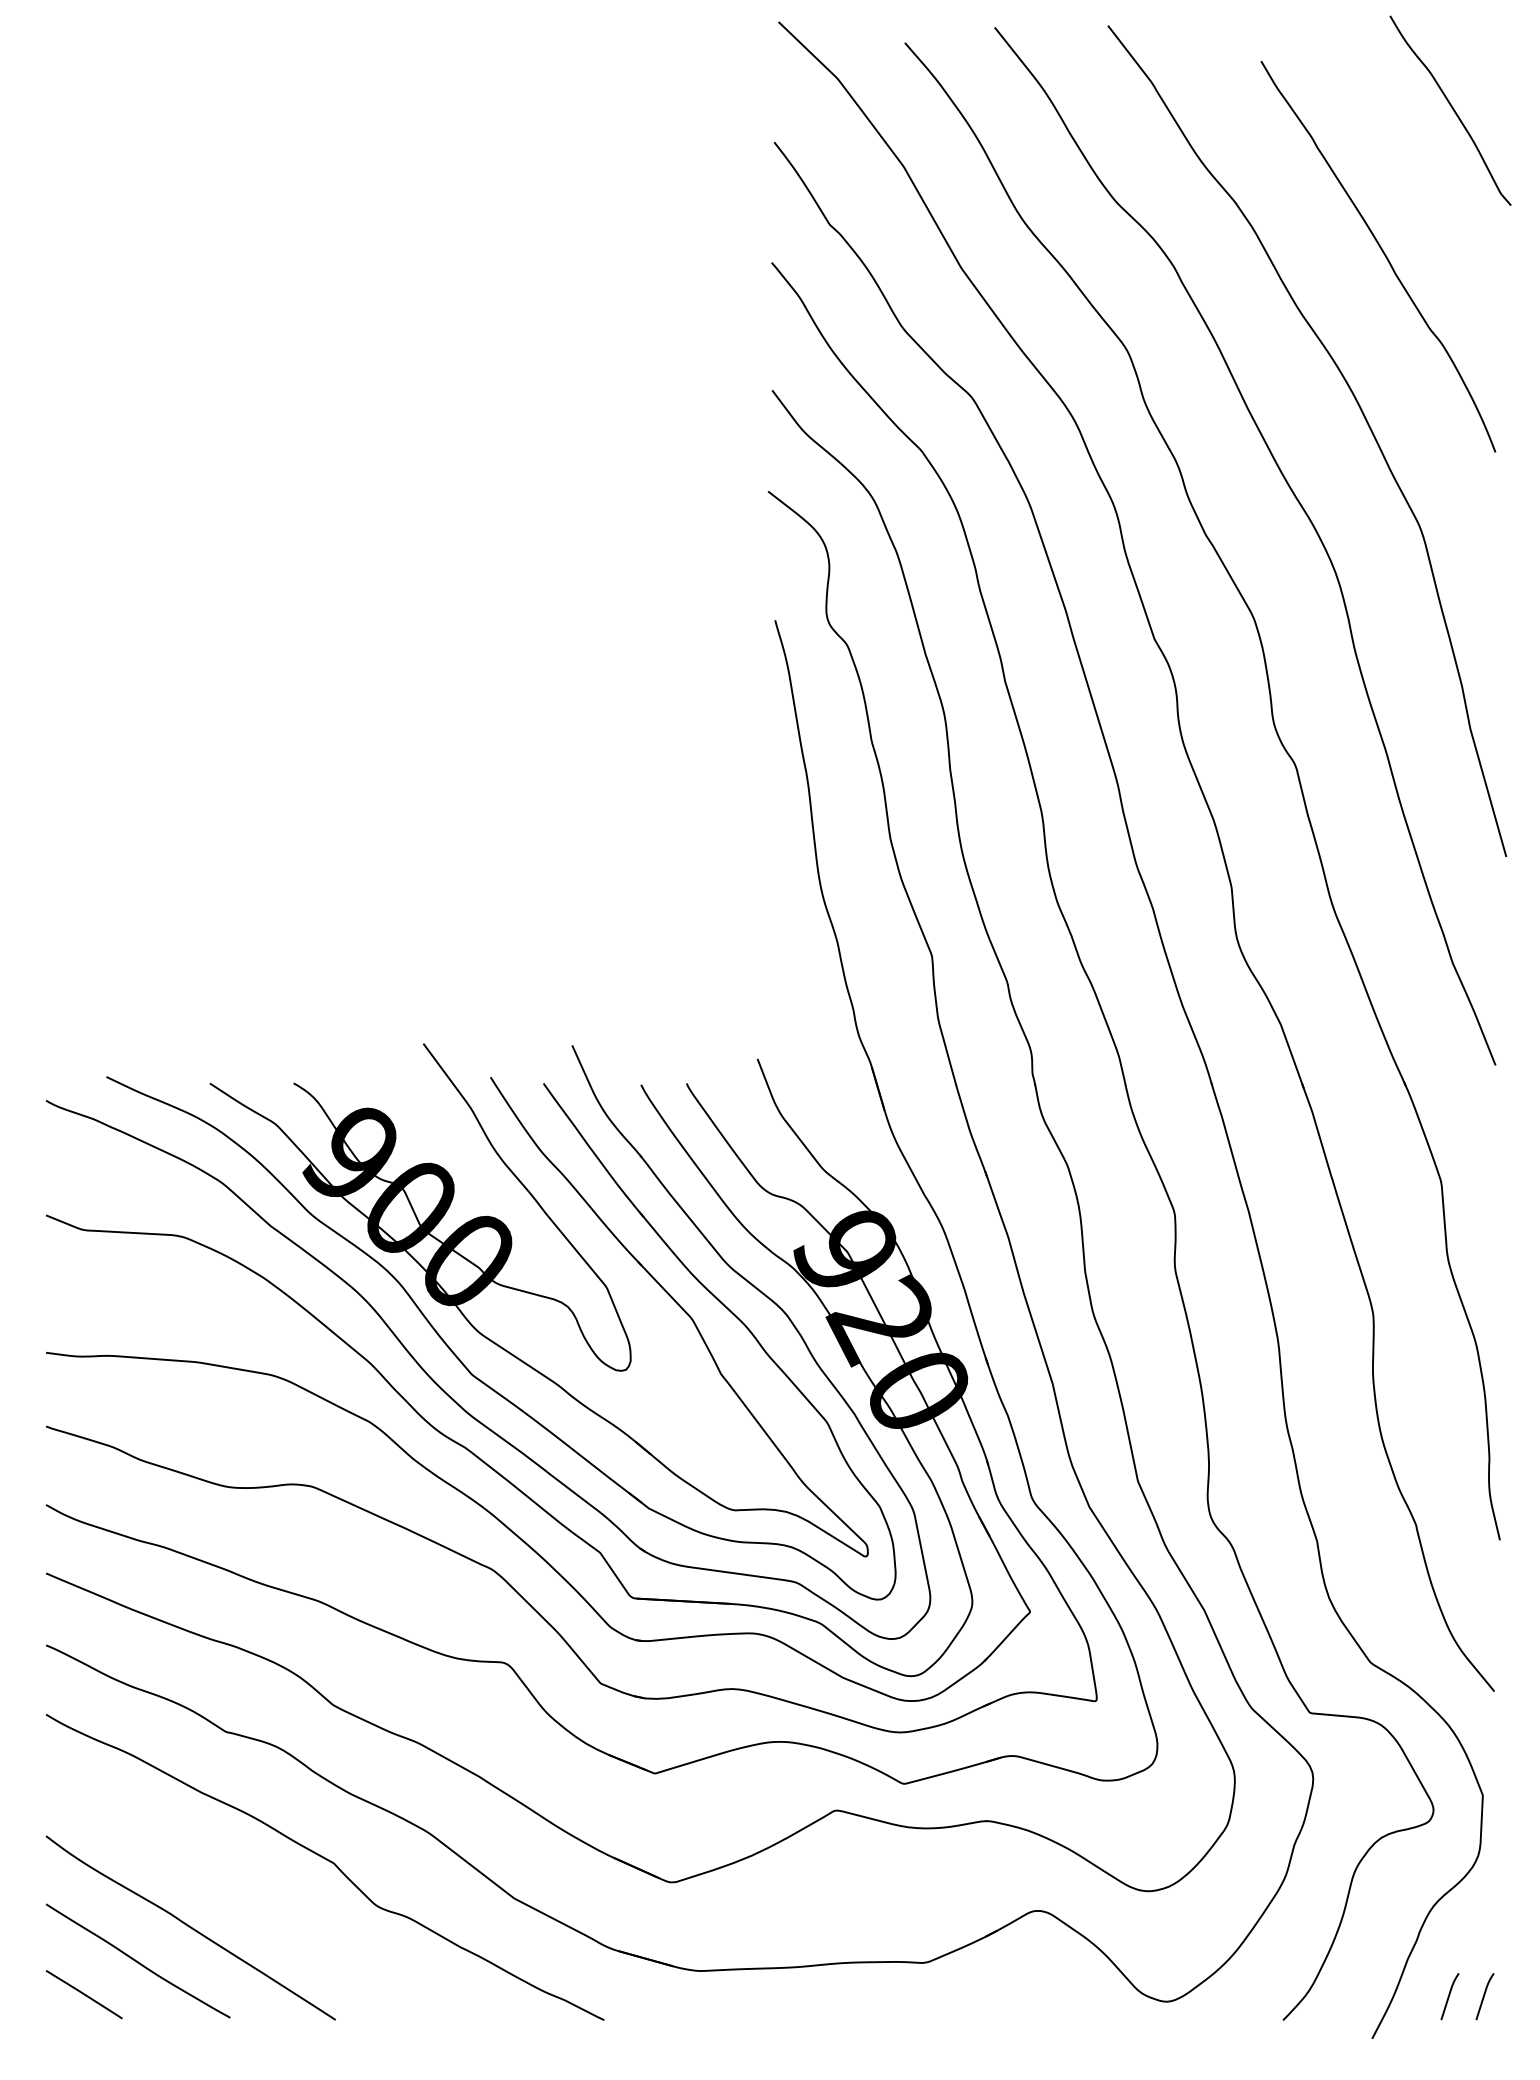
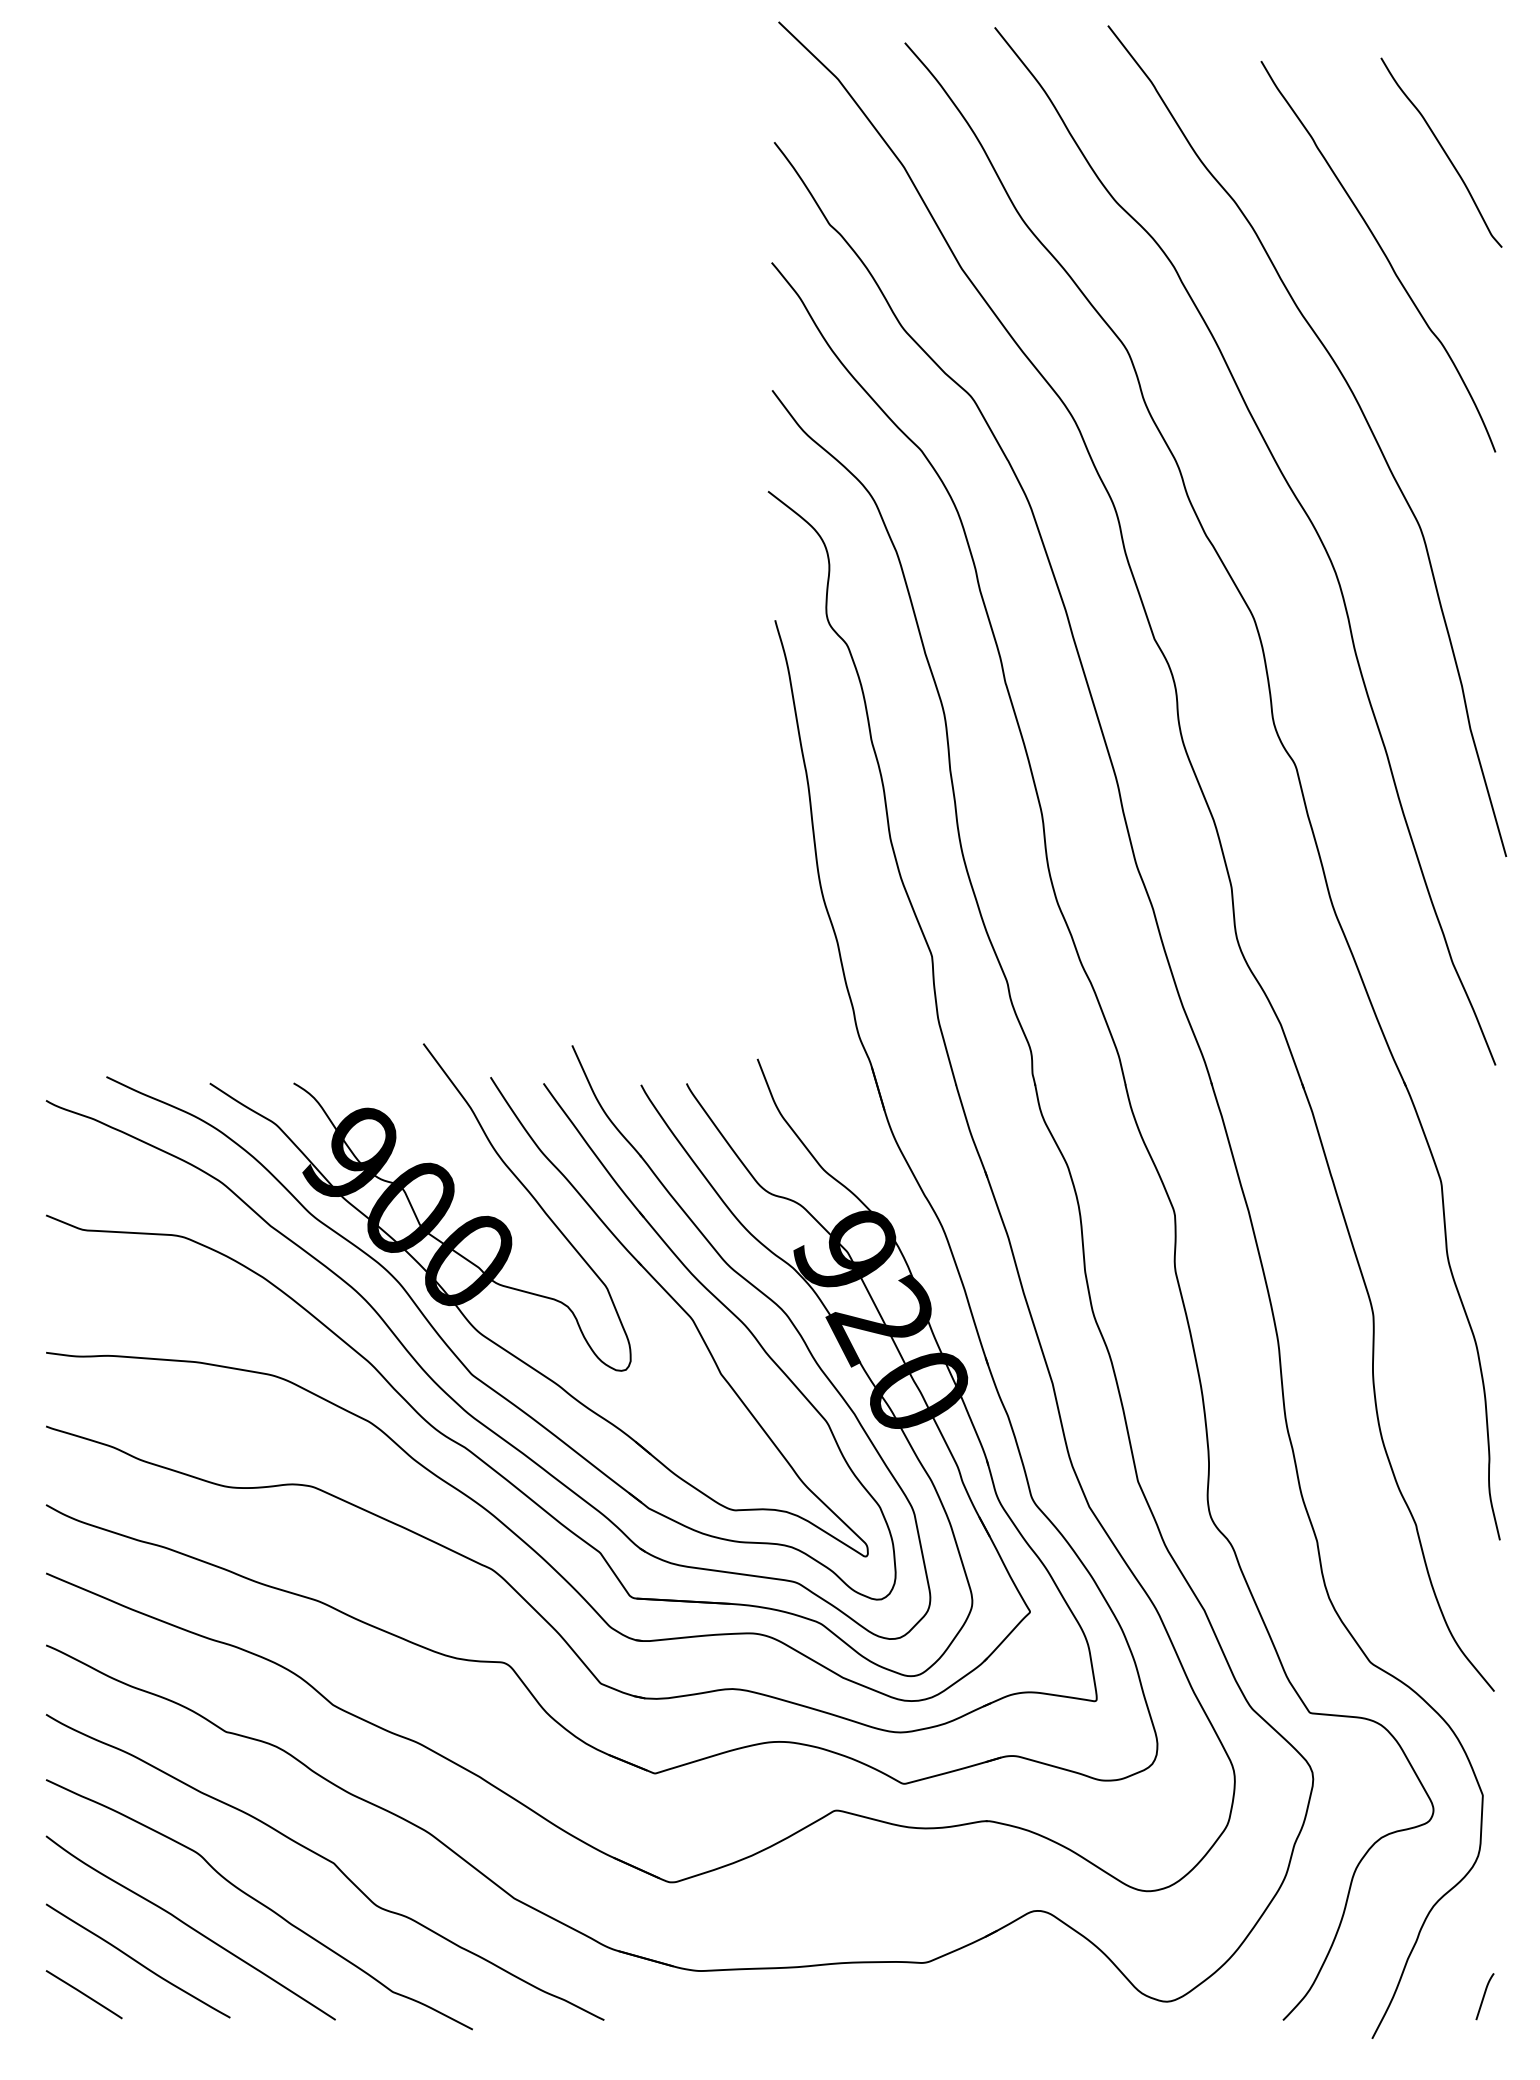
curve at (1451, 108) position: (1451, 108) -> (1442, 150)
curve at (259, 1903): none -> present
curve at (1449, 1996): present -> none
